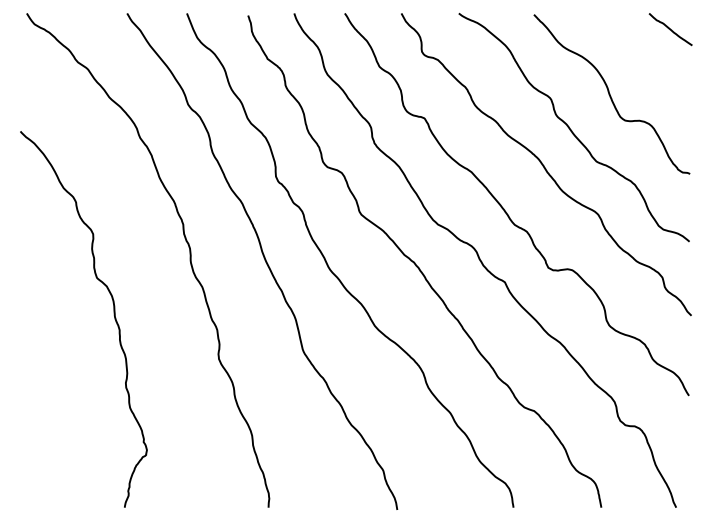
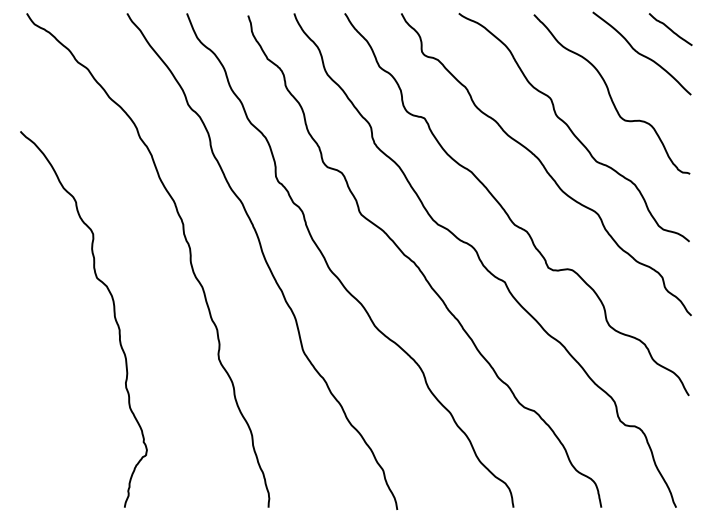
curve at (641, 53): none -> present
